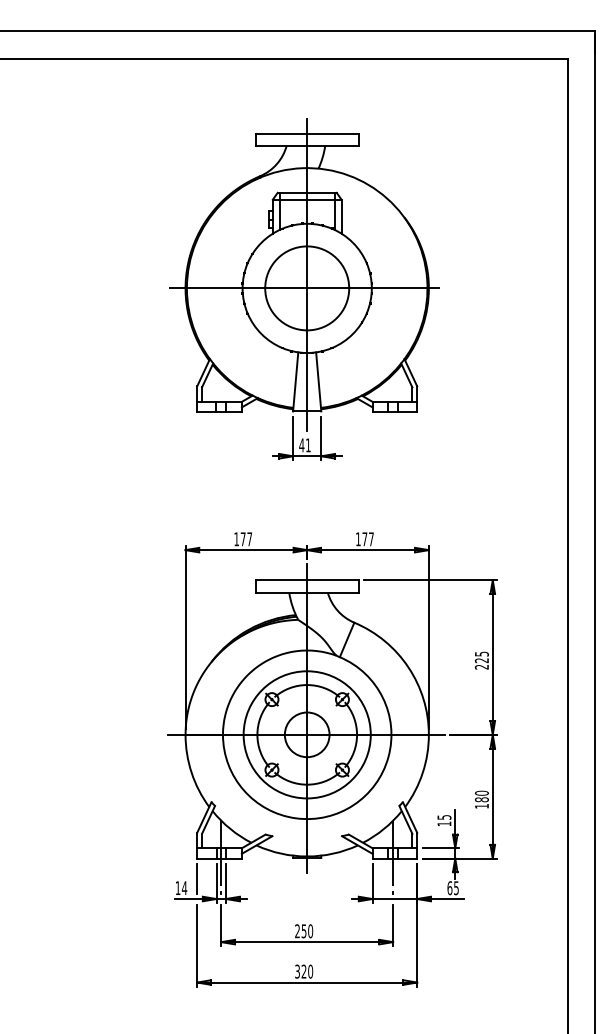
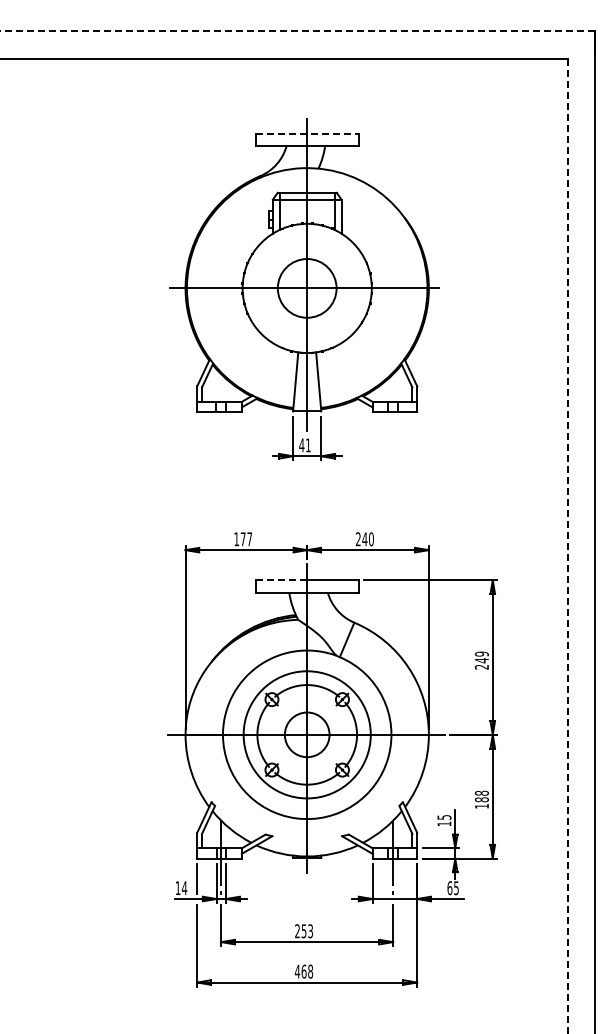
line at (297, 31): solid -> dashed
line at (307, 133): solid -> dashed
circle at (307, 288) diameter: 84 px -> 59 px
text at (364, 539): 177 -> 240
line at (567, 546): solid -> dashed
line at (281, 580): solid -> dashed
text at (481, 657): 225 -> 249
text at (481, 792): 180 -> 188
text at (310, 931): 250 -> 253
text at (303, 971): 320 -> 468
